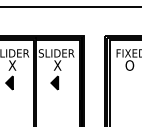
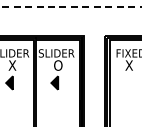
line at (71, 7): solid -> dashed
text at (57, 65): X -> O
text at (129, 65): O -> X
